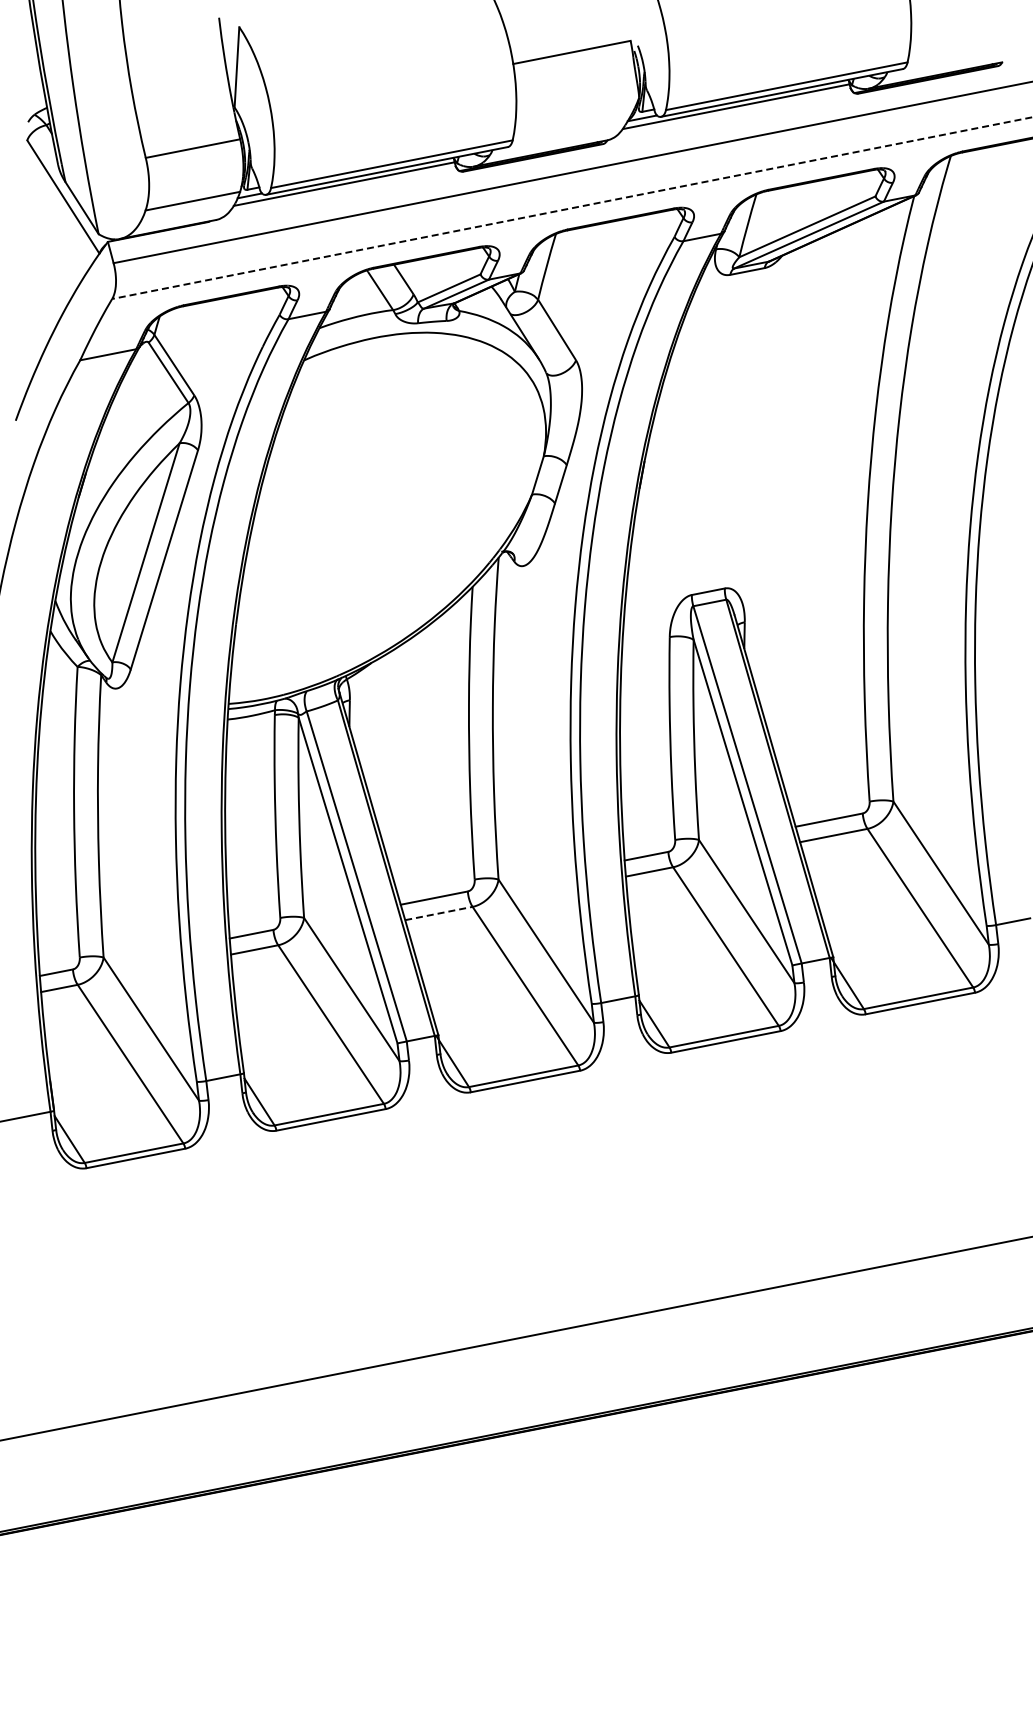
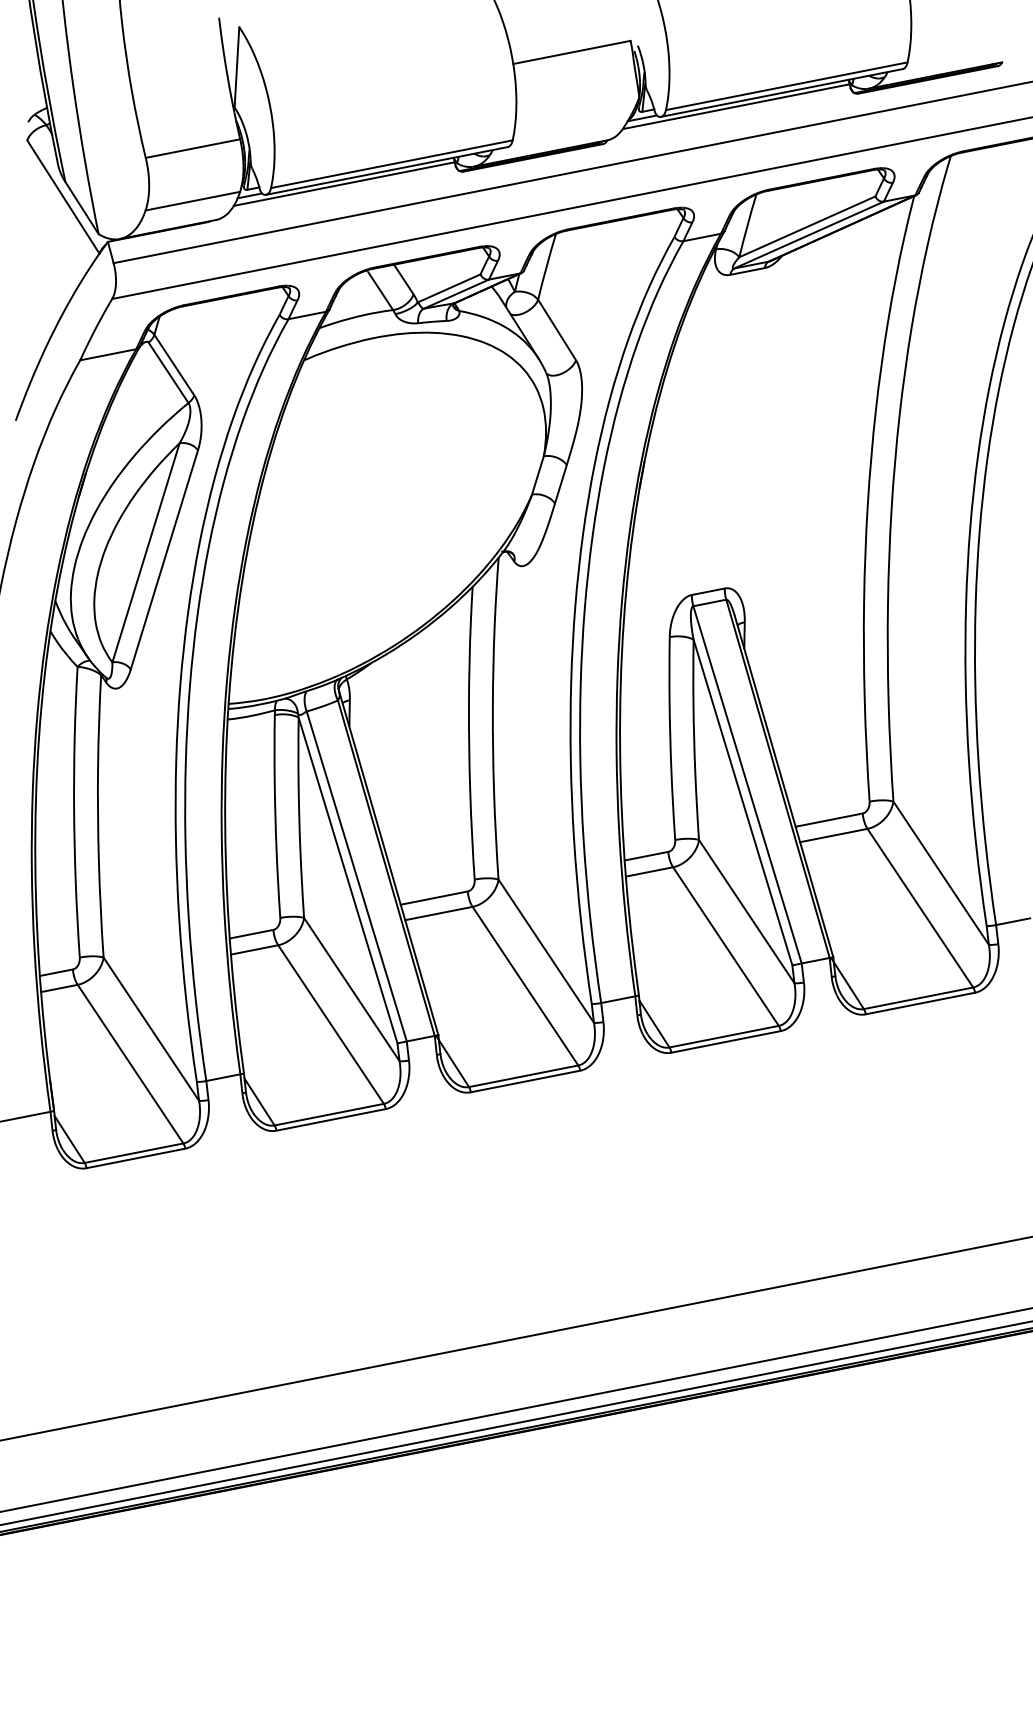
line at (572, 208): dashed -> solid
line at (439, 913): dashed -> solid
line at (515, 1409): none -> present
line at (515, 1422): none -> present
